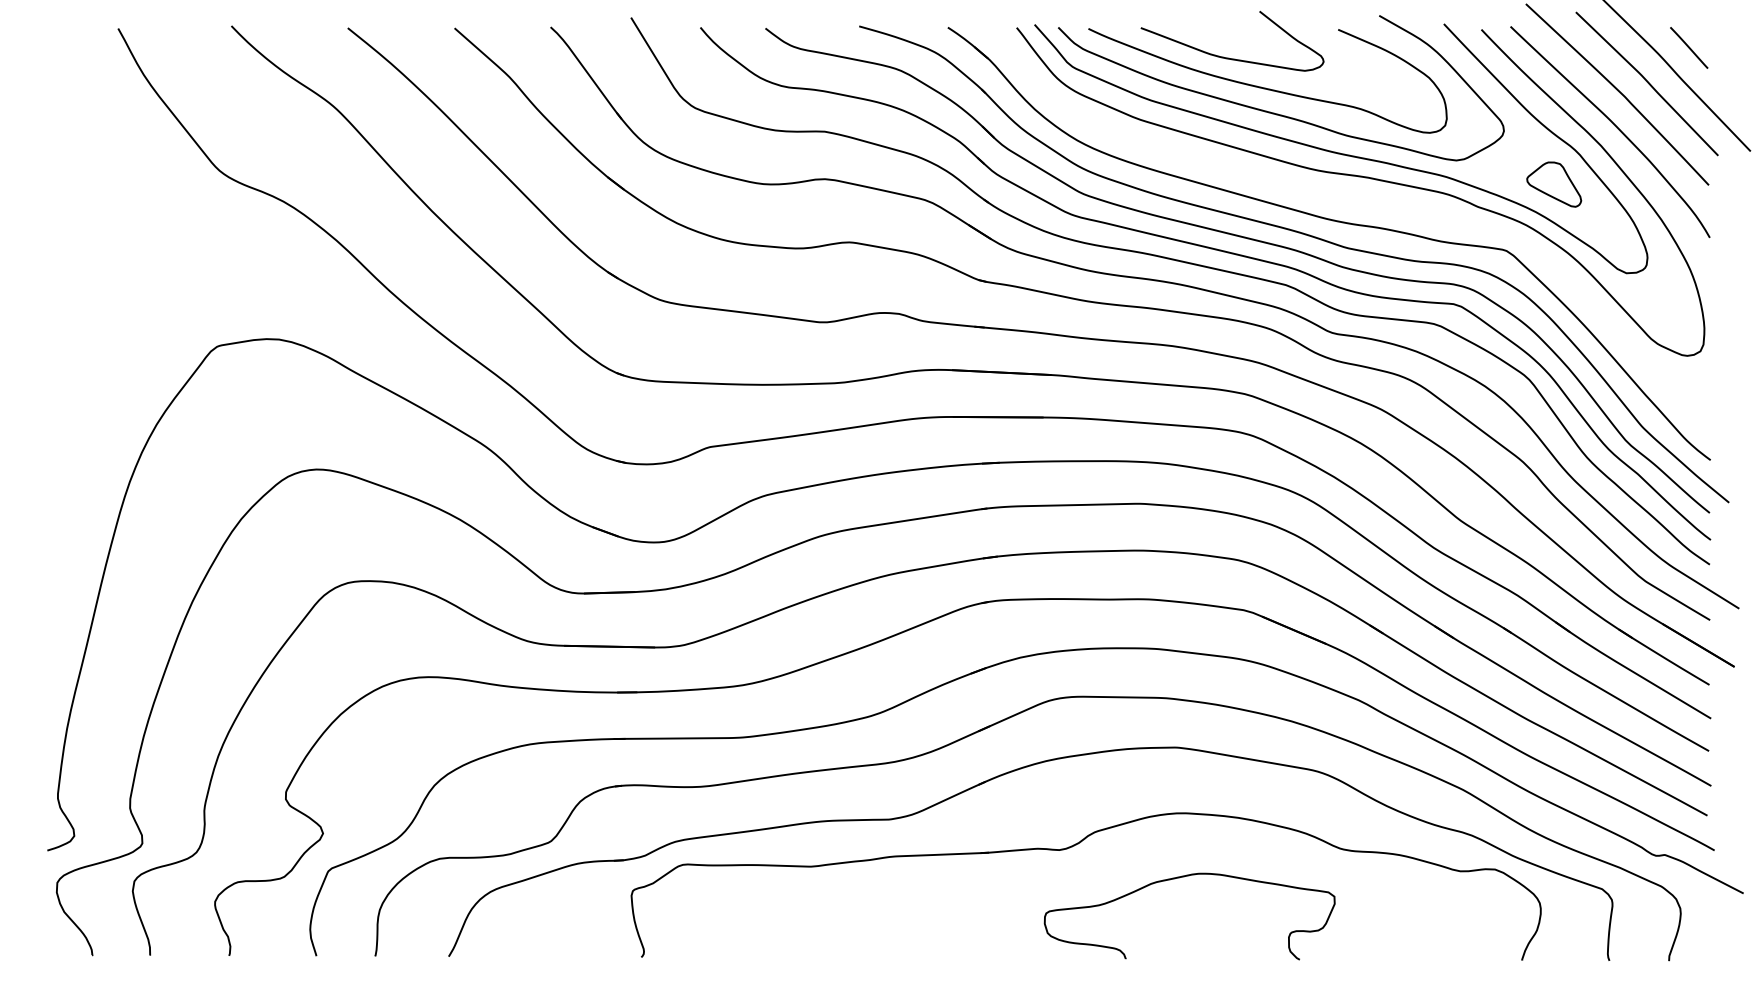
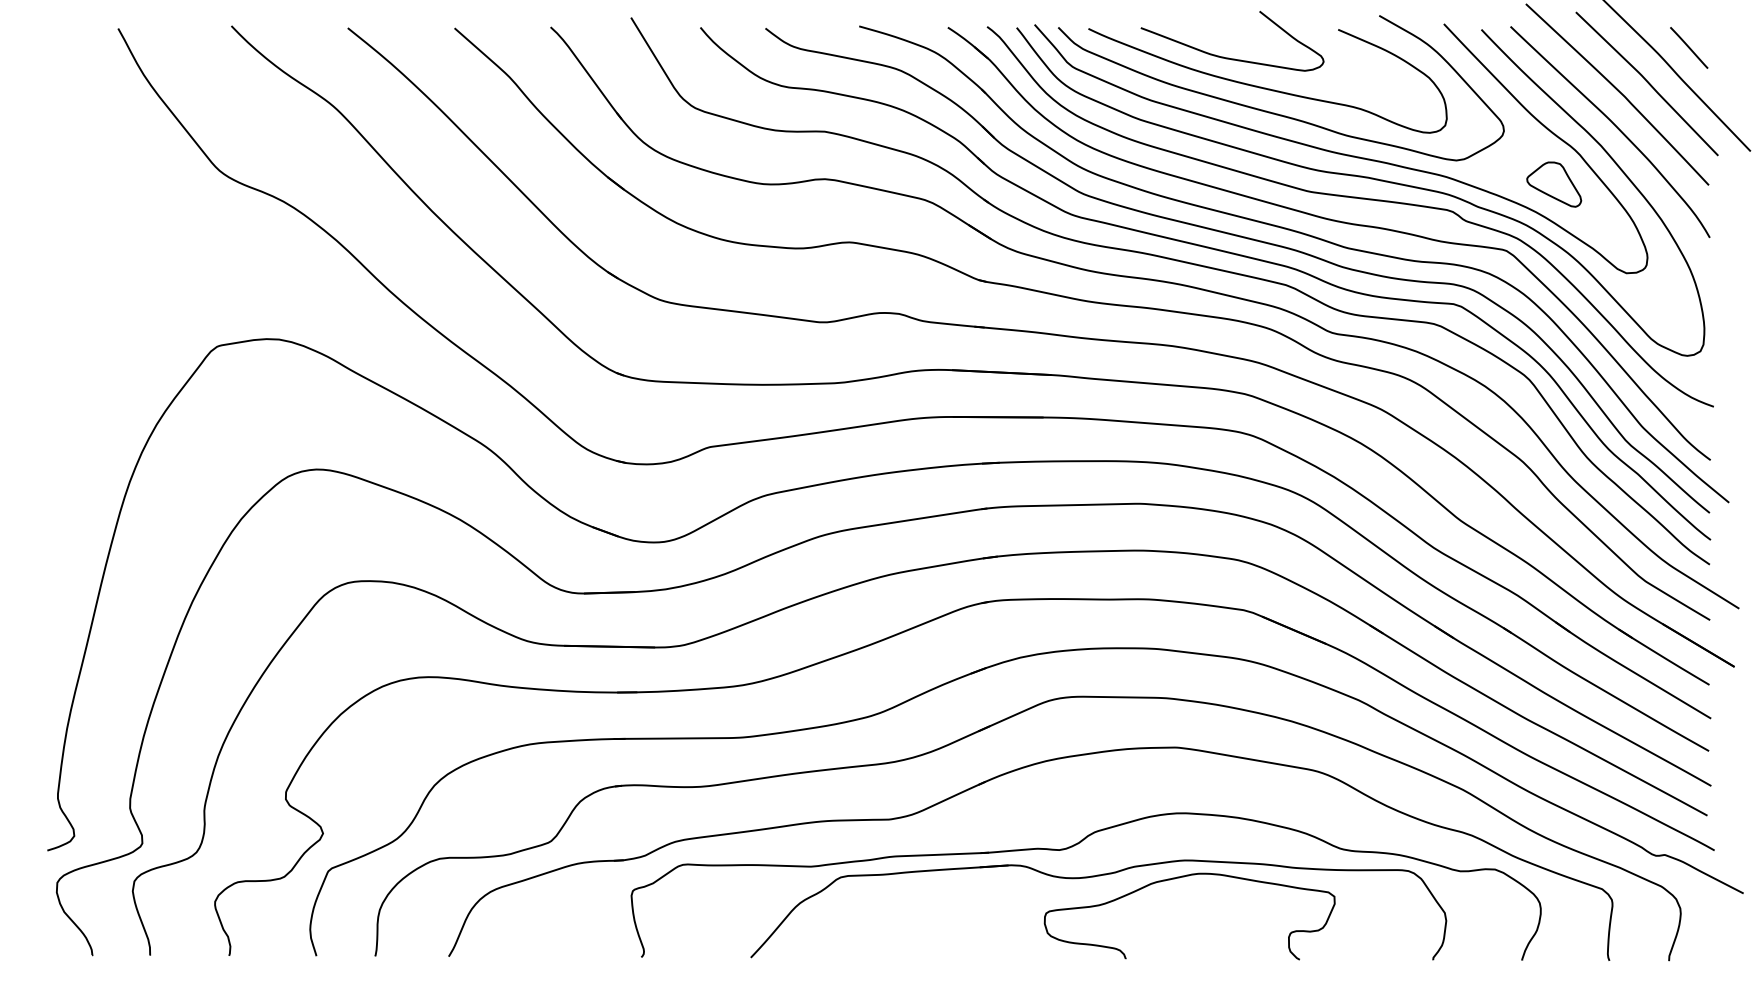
curve at (1351, 198): none -> present
part at (1094, 877): none -> present
